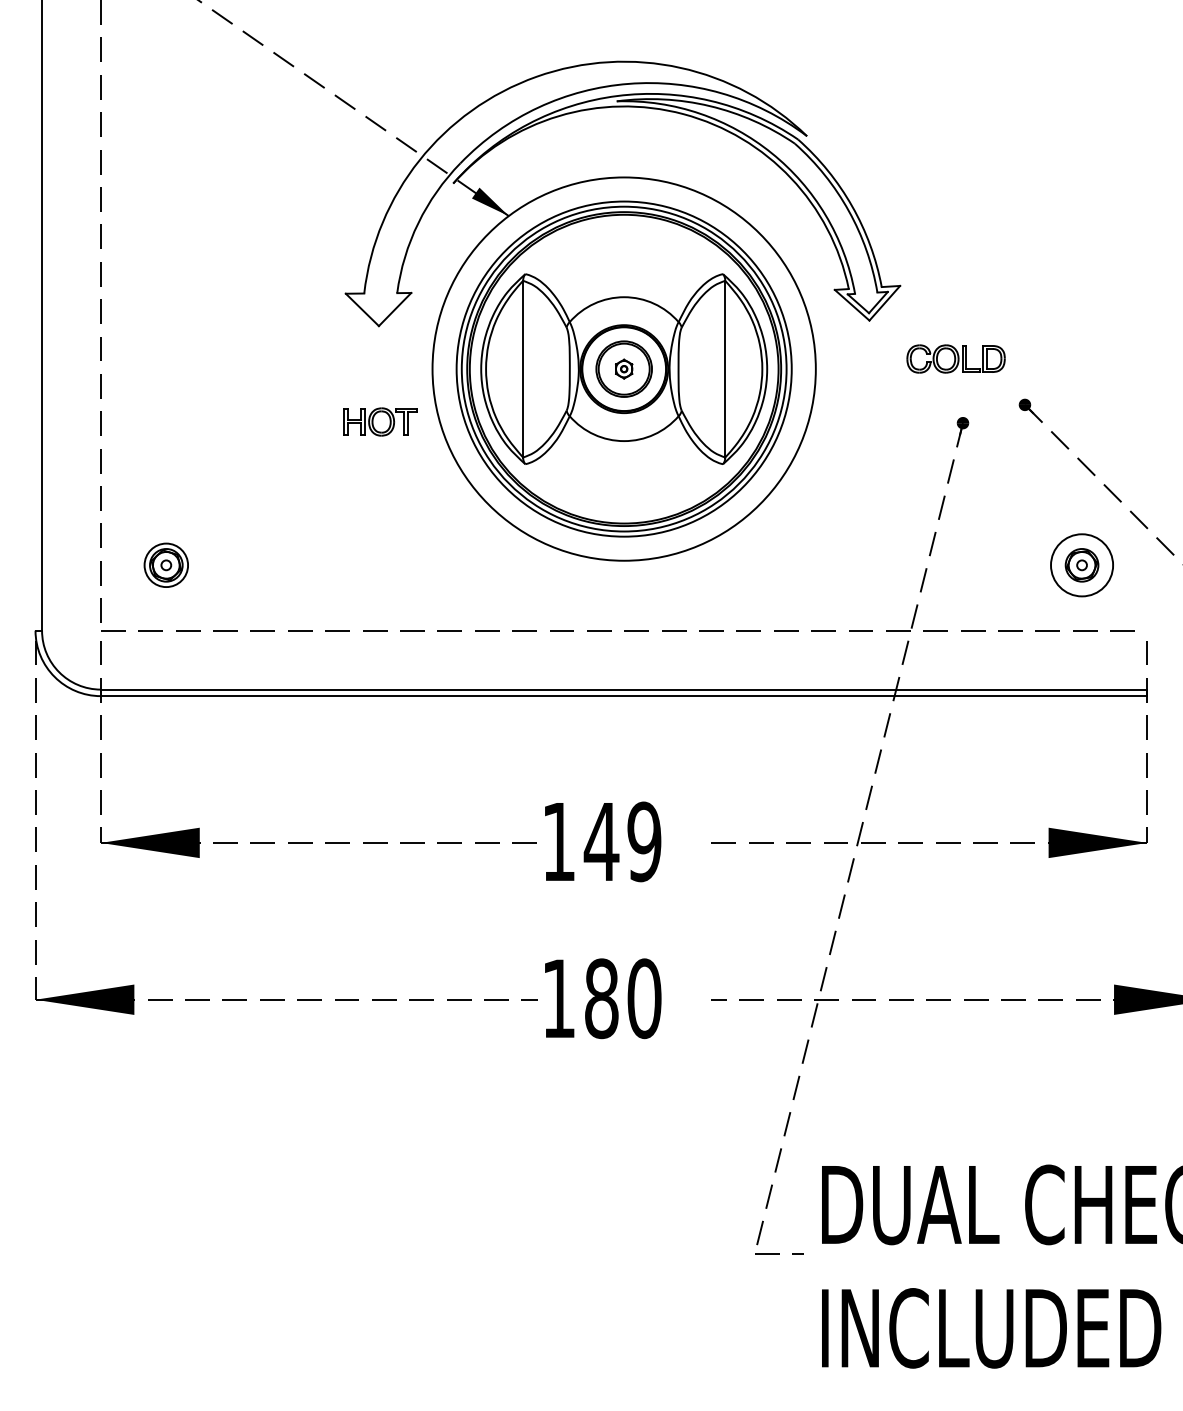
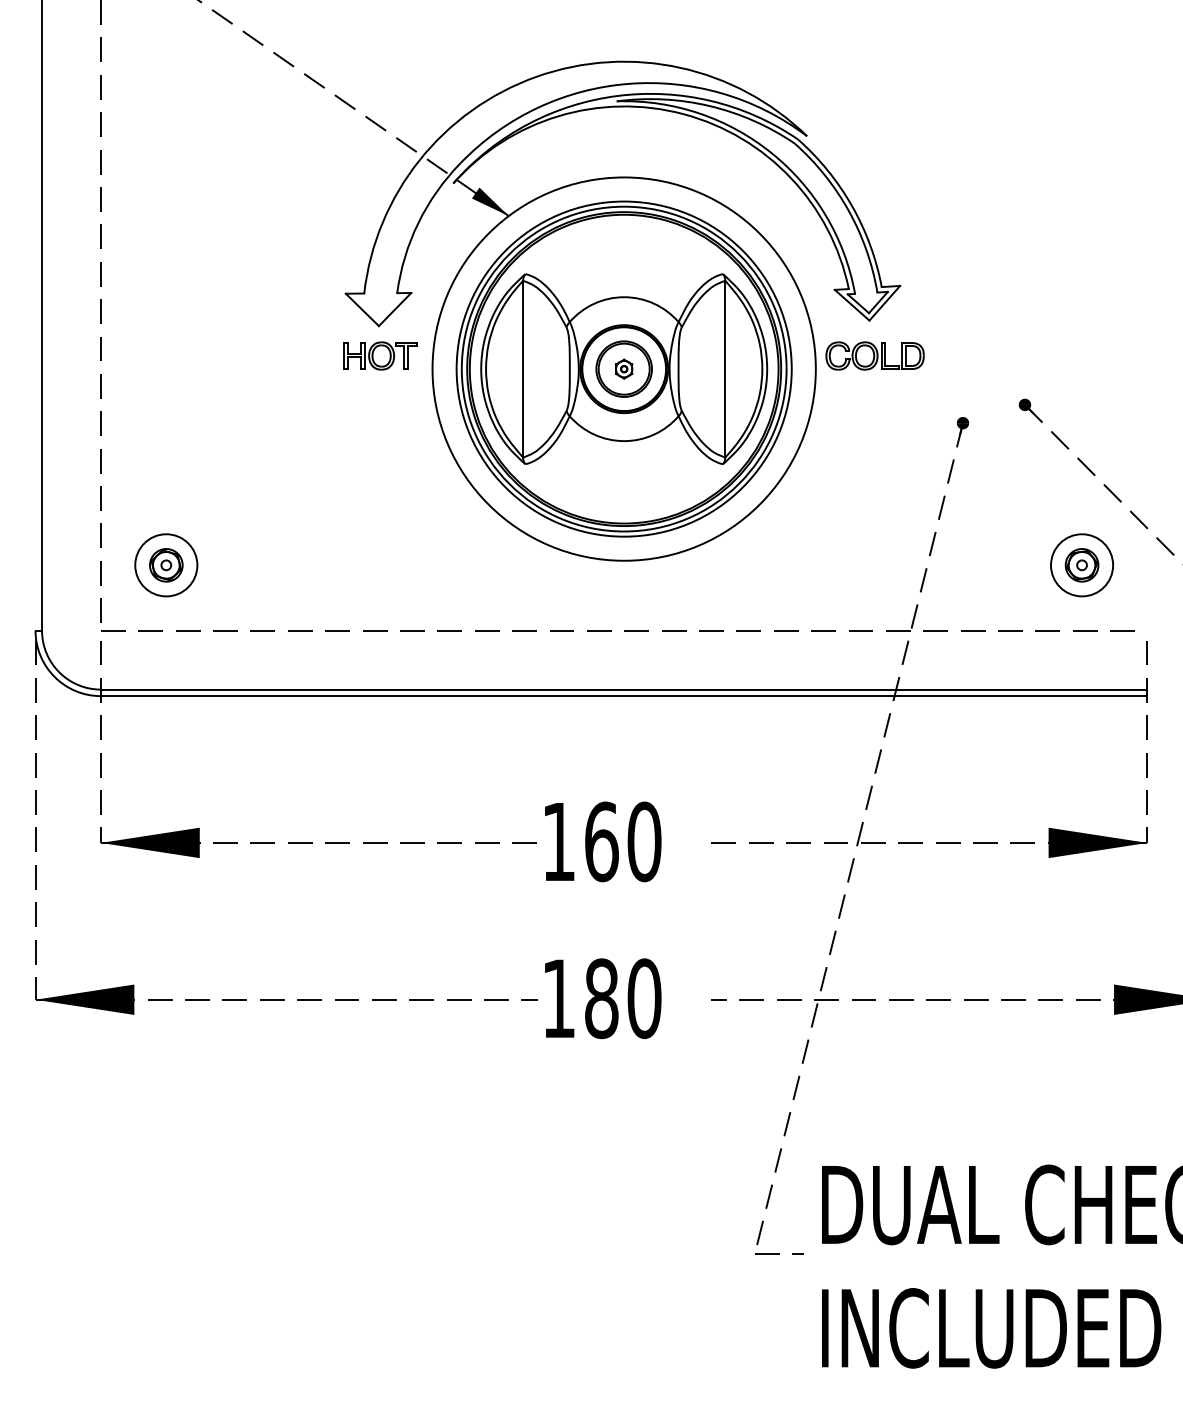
part at (955, 358) position: (955, 358) -> (874, 355)
part at (380, 421) position: (380, 421) -> (380, 355)
circle at (166, 565) diameter: 43 px -> 62 px
text at (622, 841): 149 -> 160
